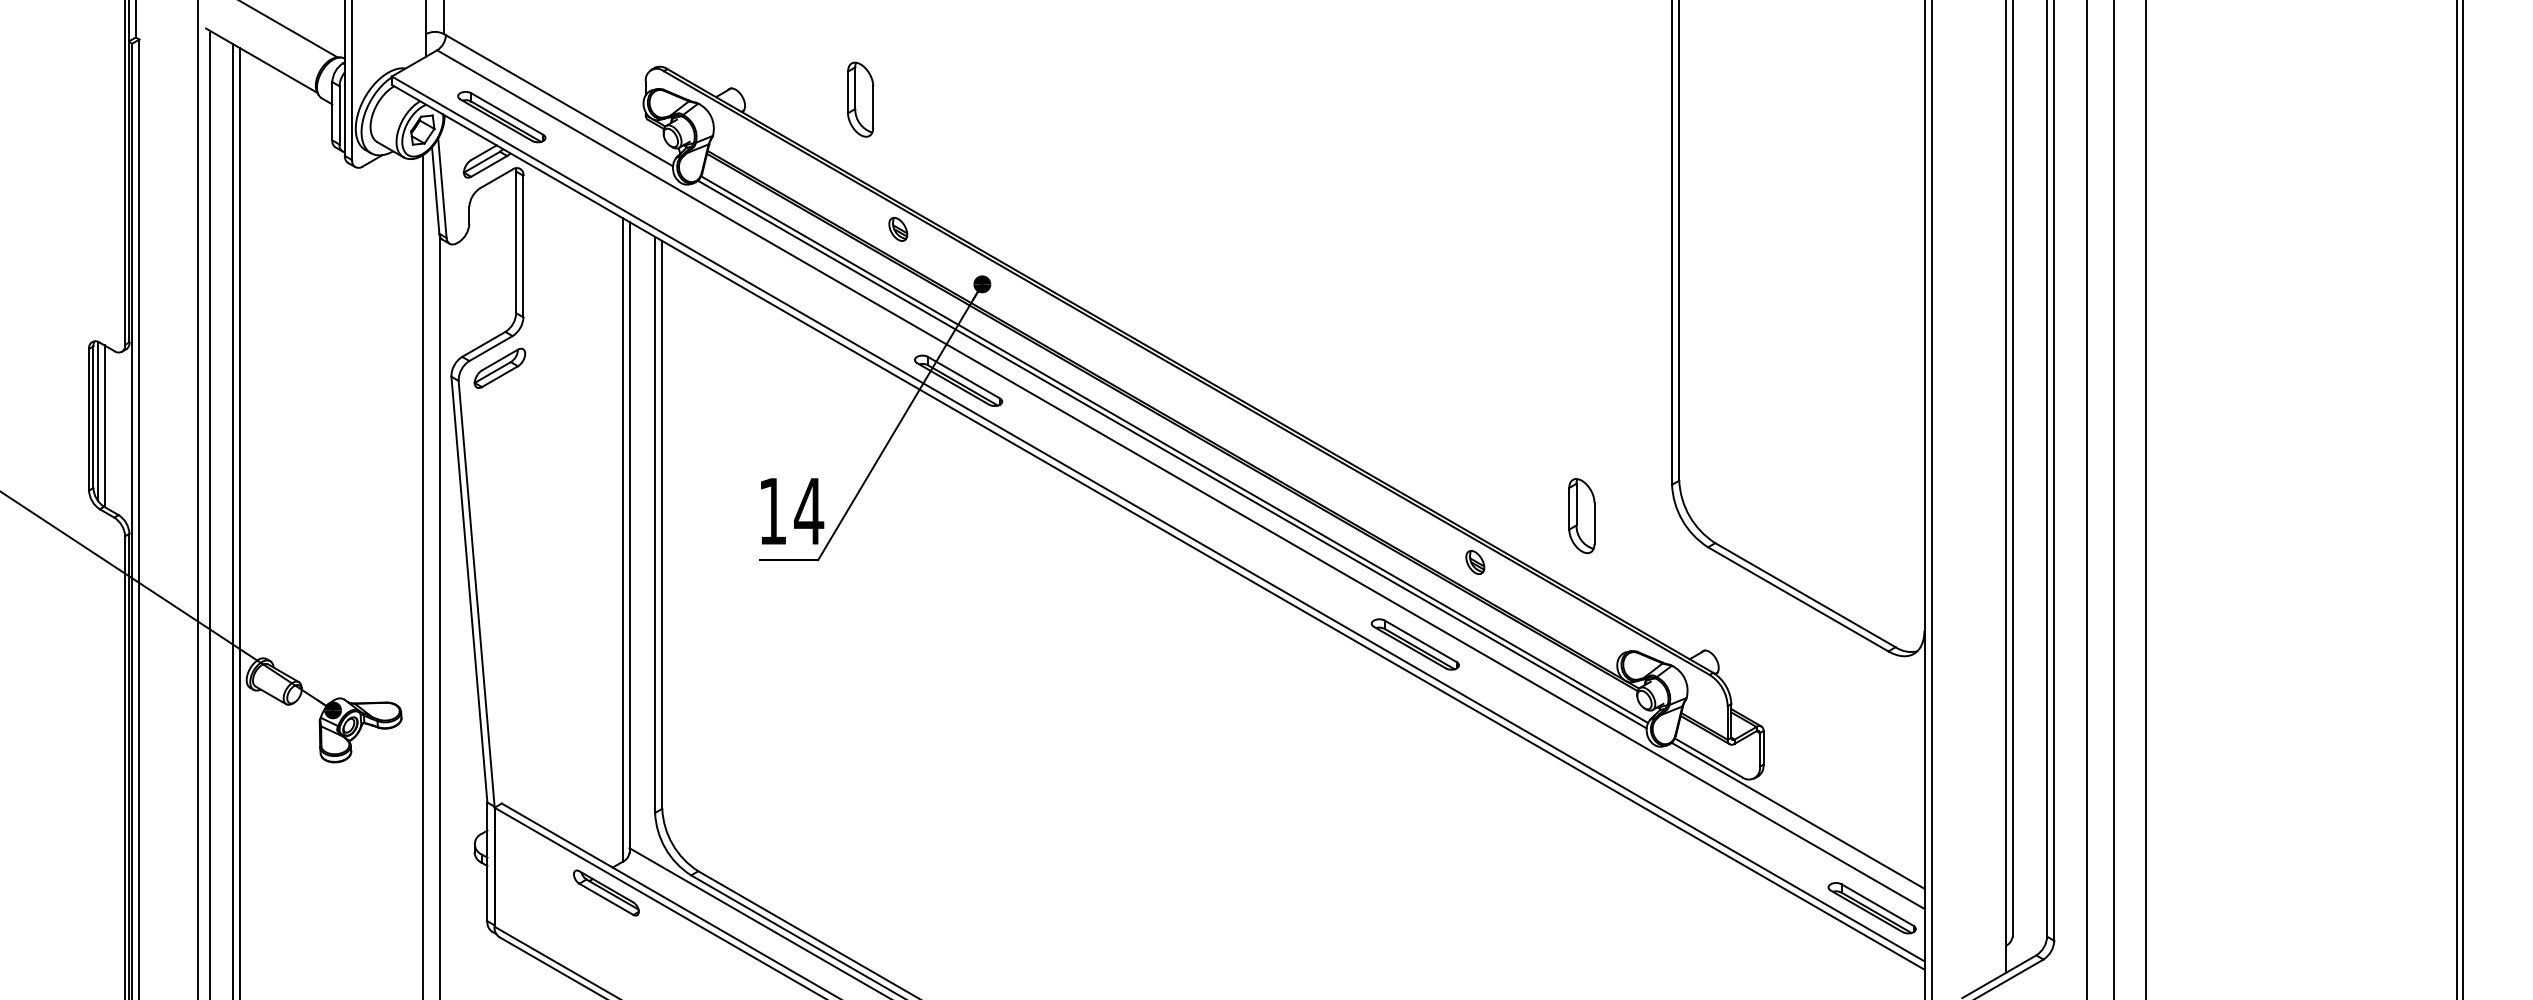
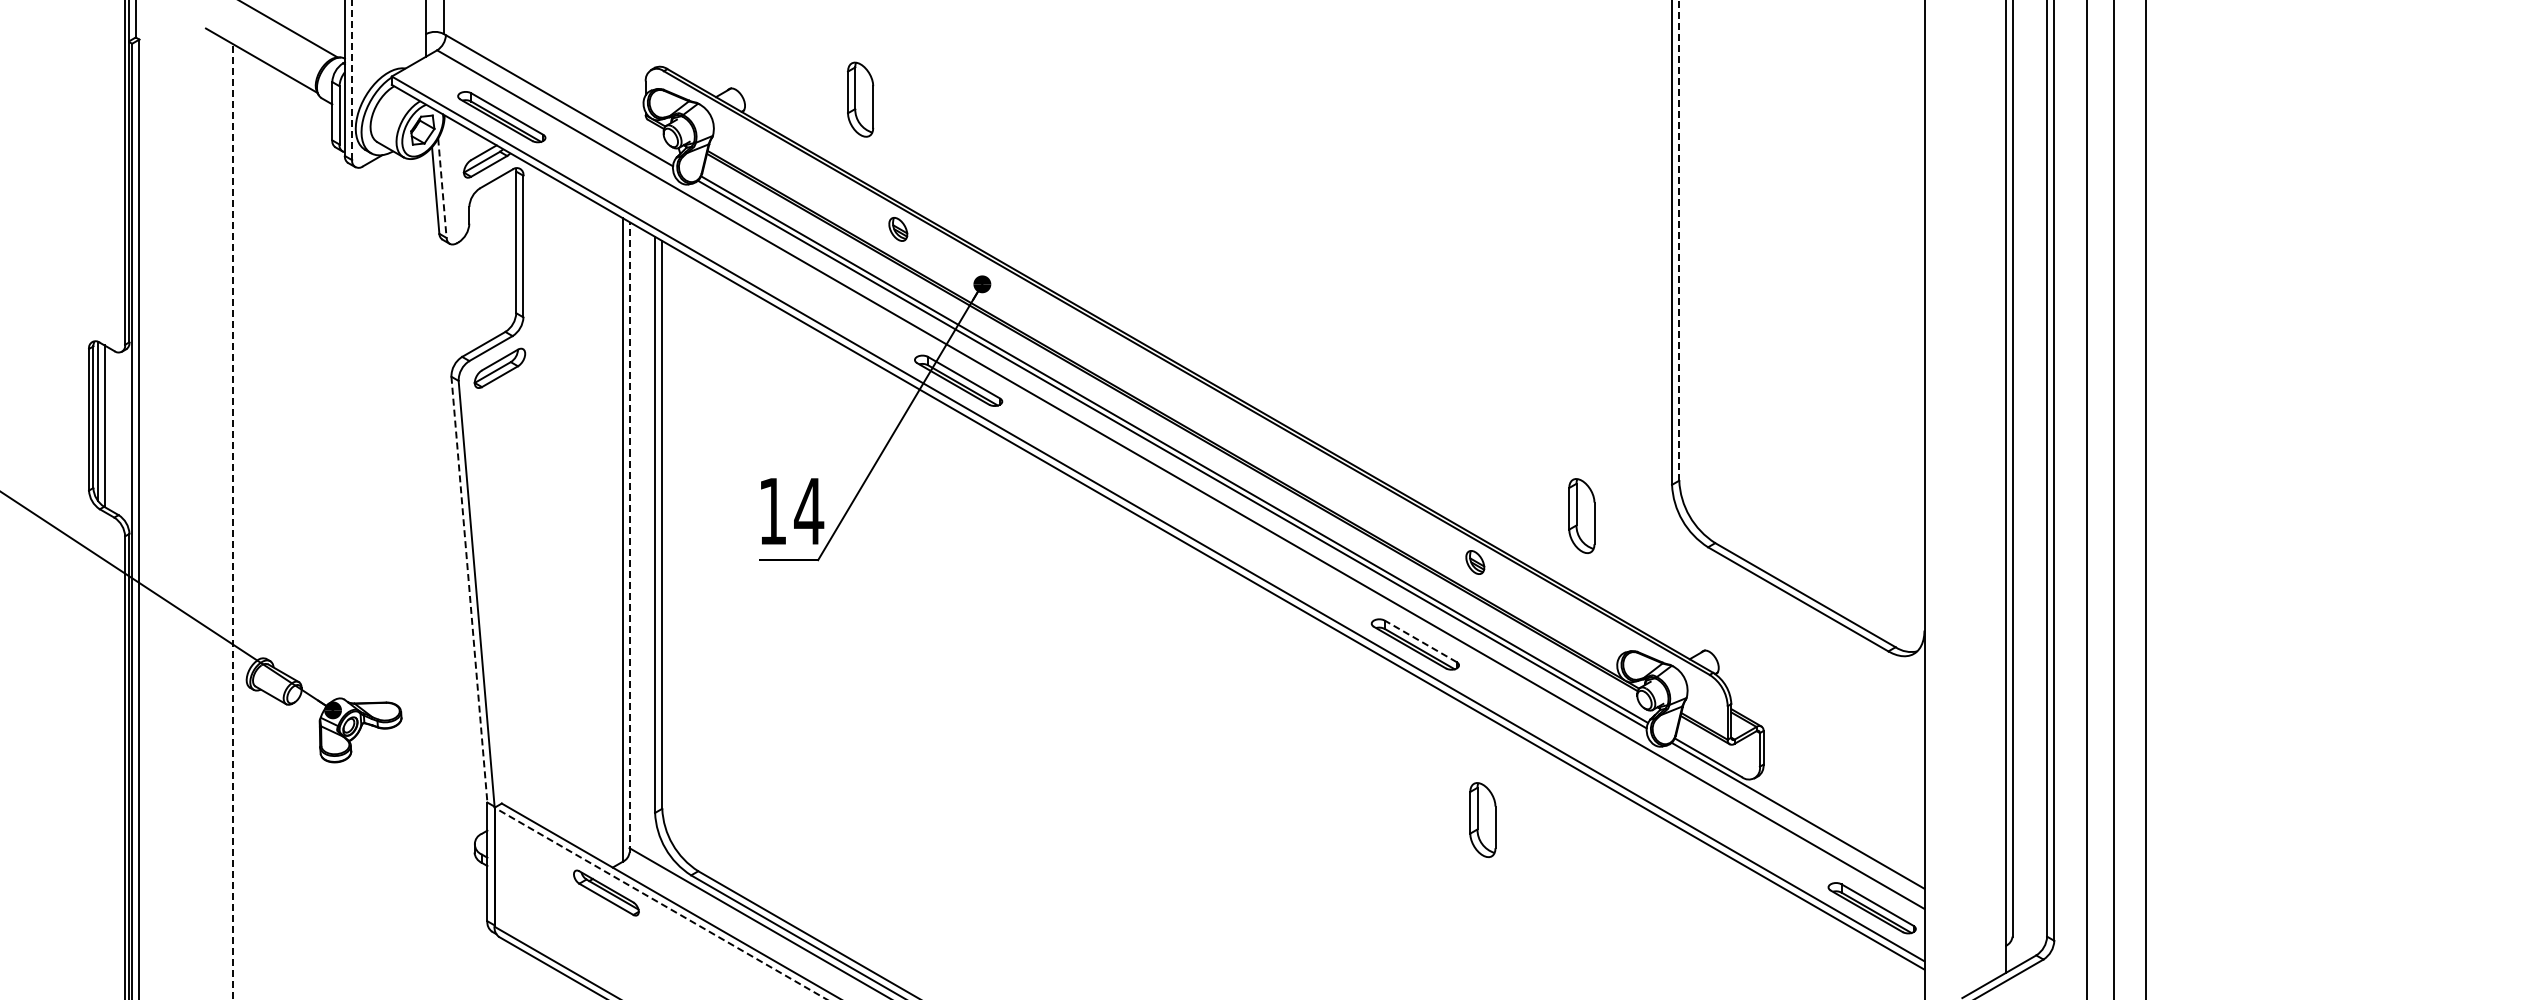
line at (352, 80): solid -> dashed
line at (442, 188): solid -> dashed
line at (1679, 239): solid -> dashed
line at (198, 499): present -> none
line at (1931, 499): present -> none
line at (2457, 499): present -> none
line at (2463, 499): present -> none
line at (210, 513): present -> none
line at (233, 521): solid -> dashed
line at (240, 522): present -> none
line at (629, 536): solid -> dashed
line at (423, 575): present -> none
line at (469, 589): solid -> dashed
line at (439, 616): present -> none
line at (1420, 641): solid -> dashed
part at (1482, 819): none -> present
line at (660, 903): solid -> dashed
